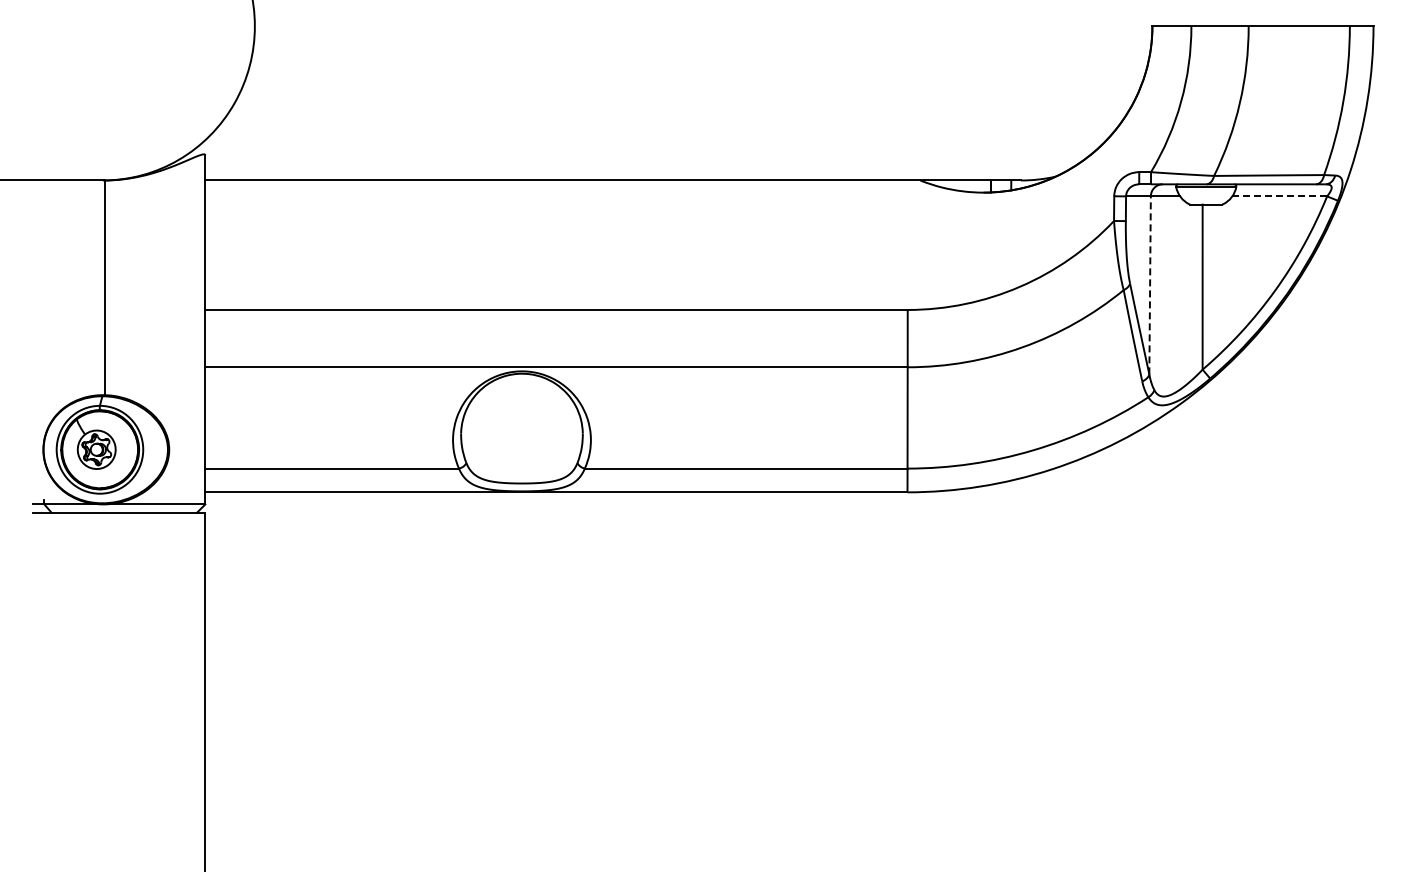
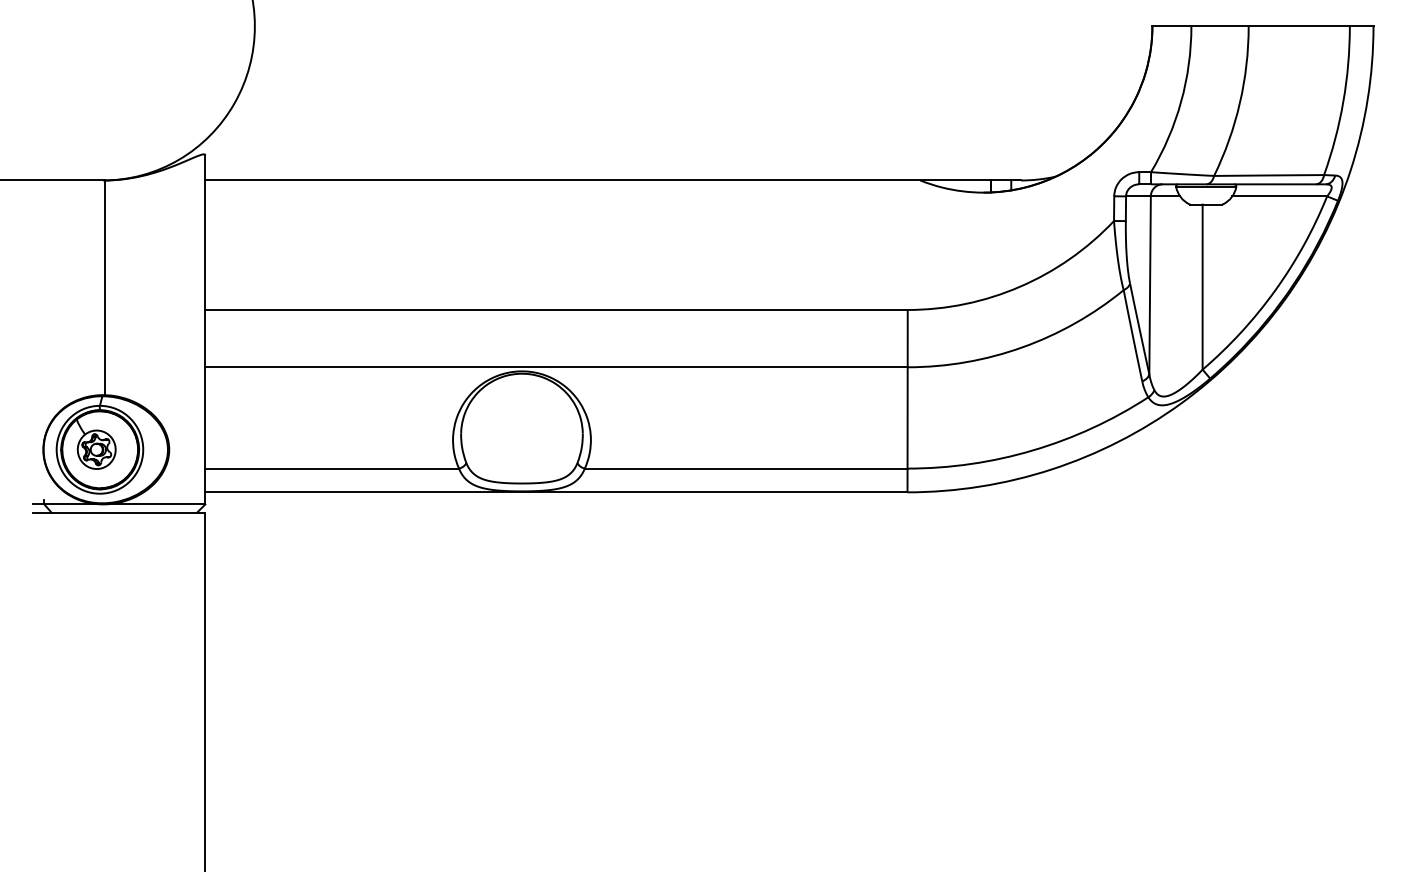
line at (1279, 196): dashed -> solid
line at (1150, 285): dashed -> solid
